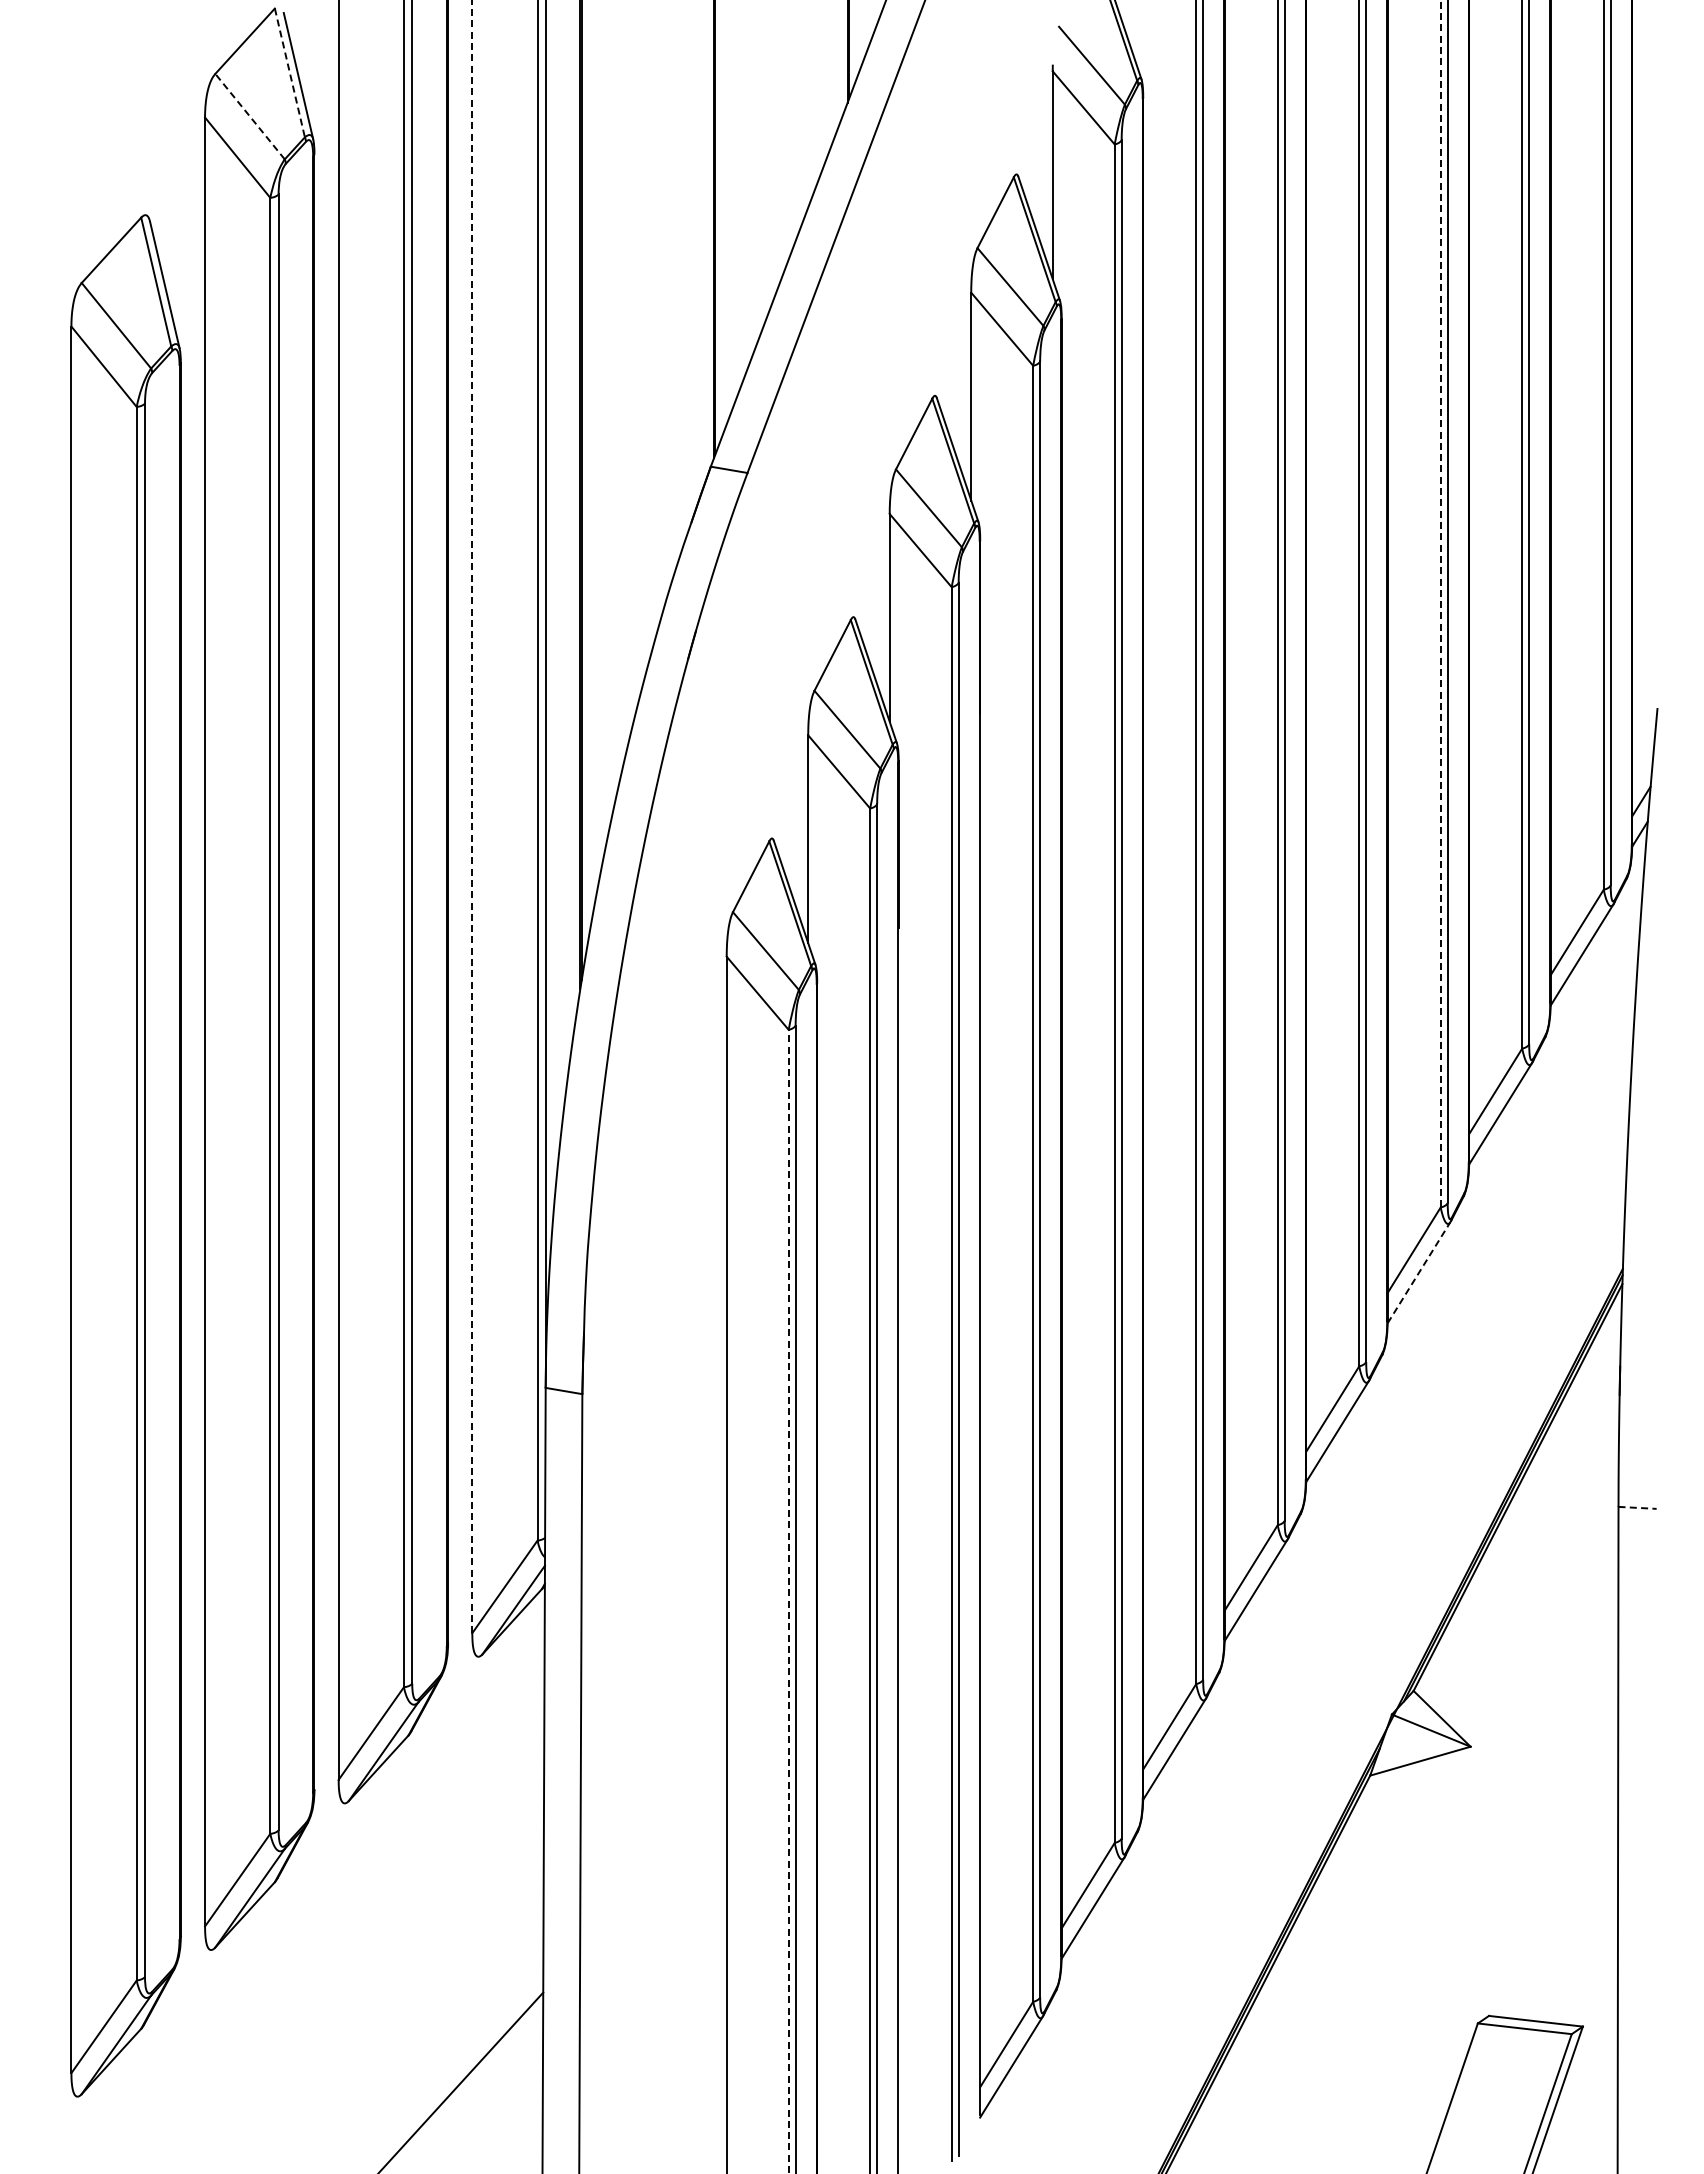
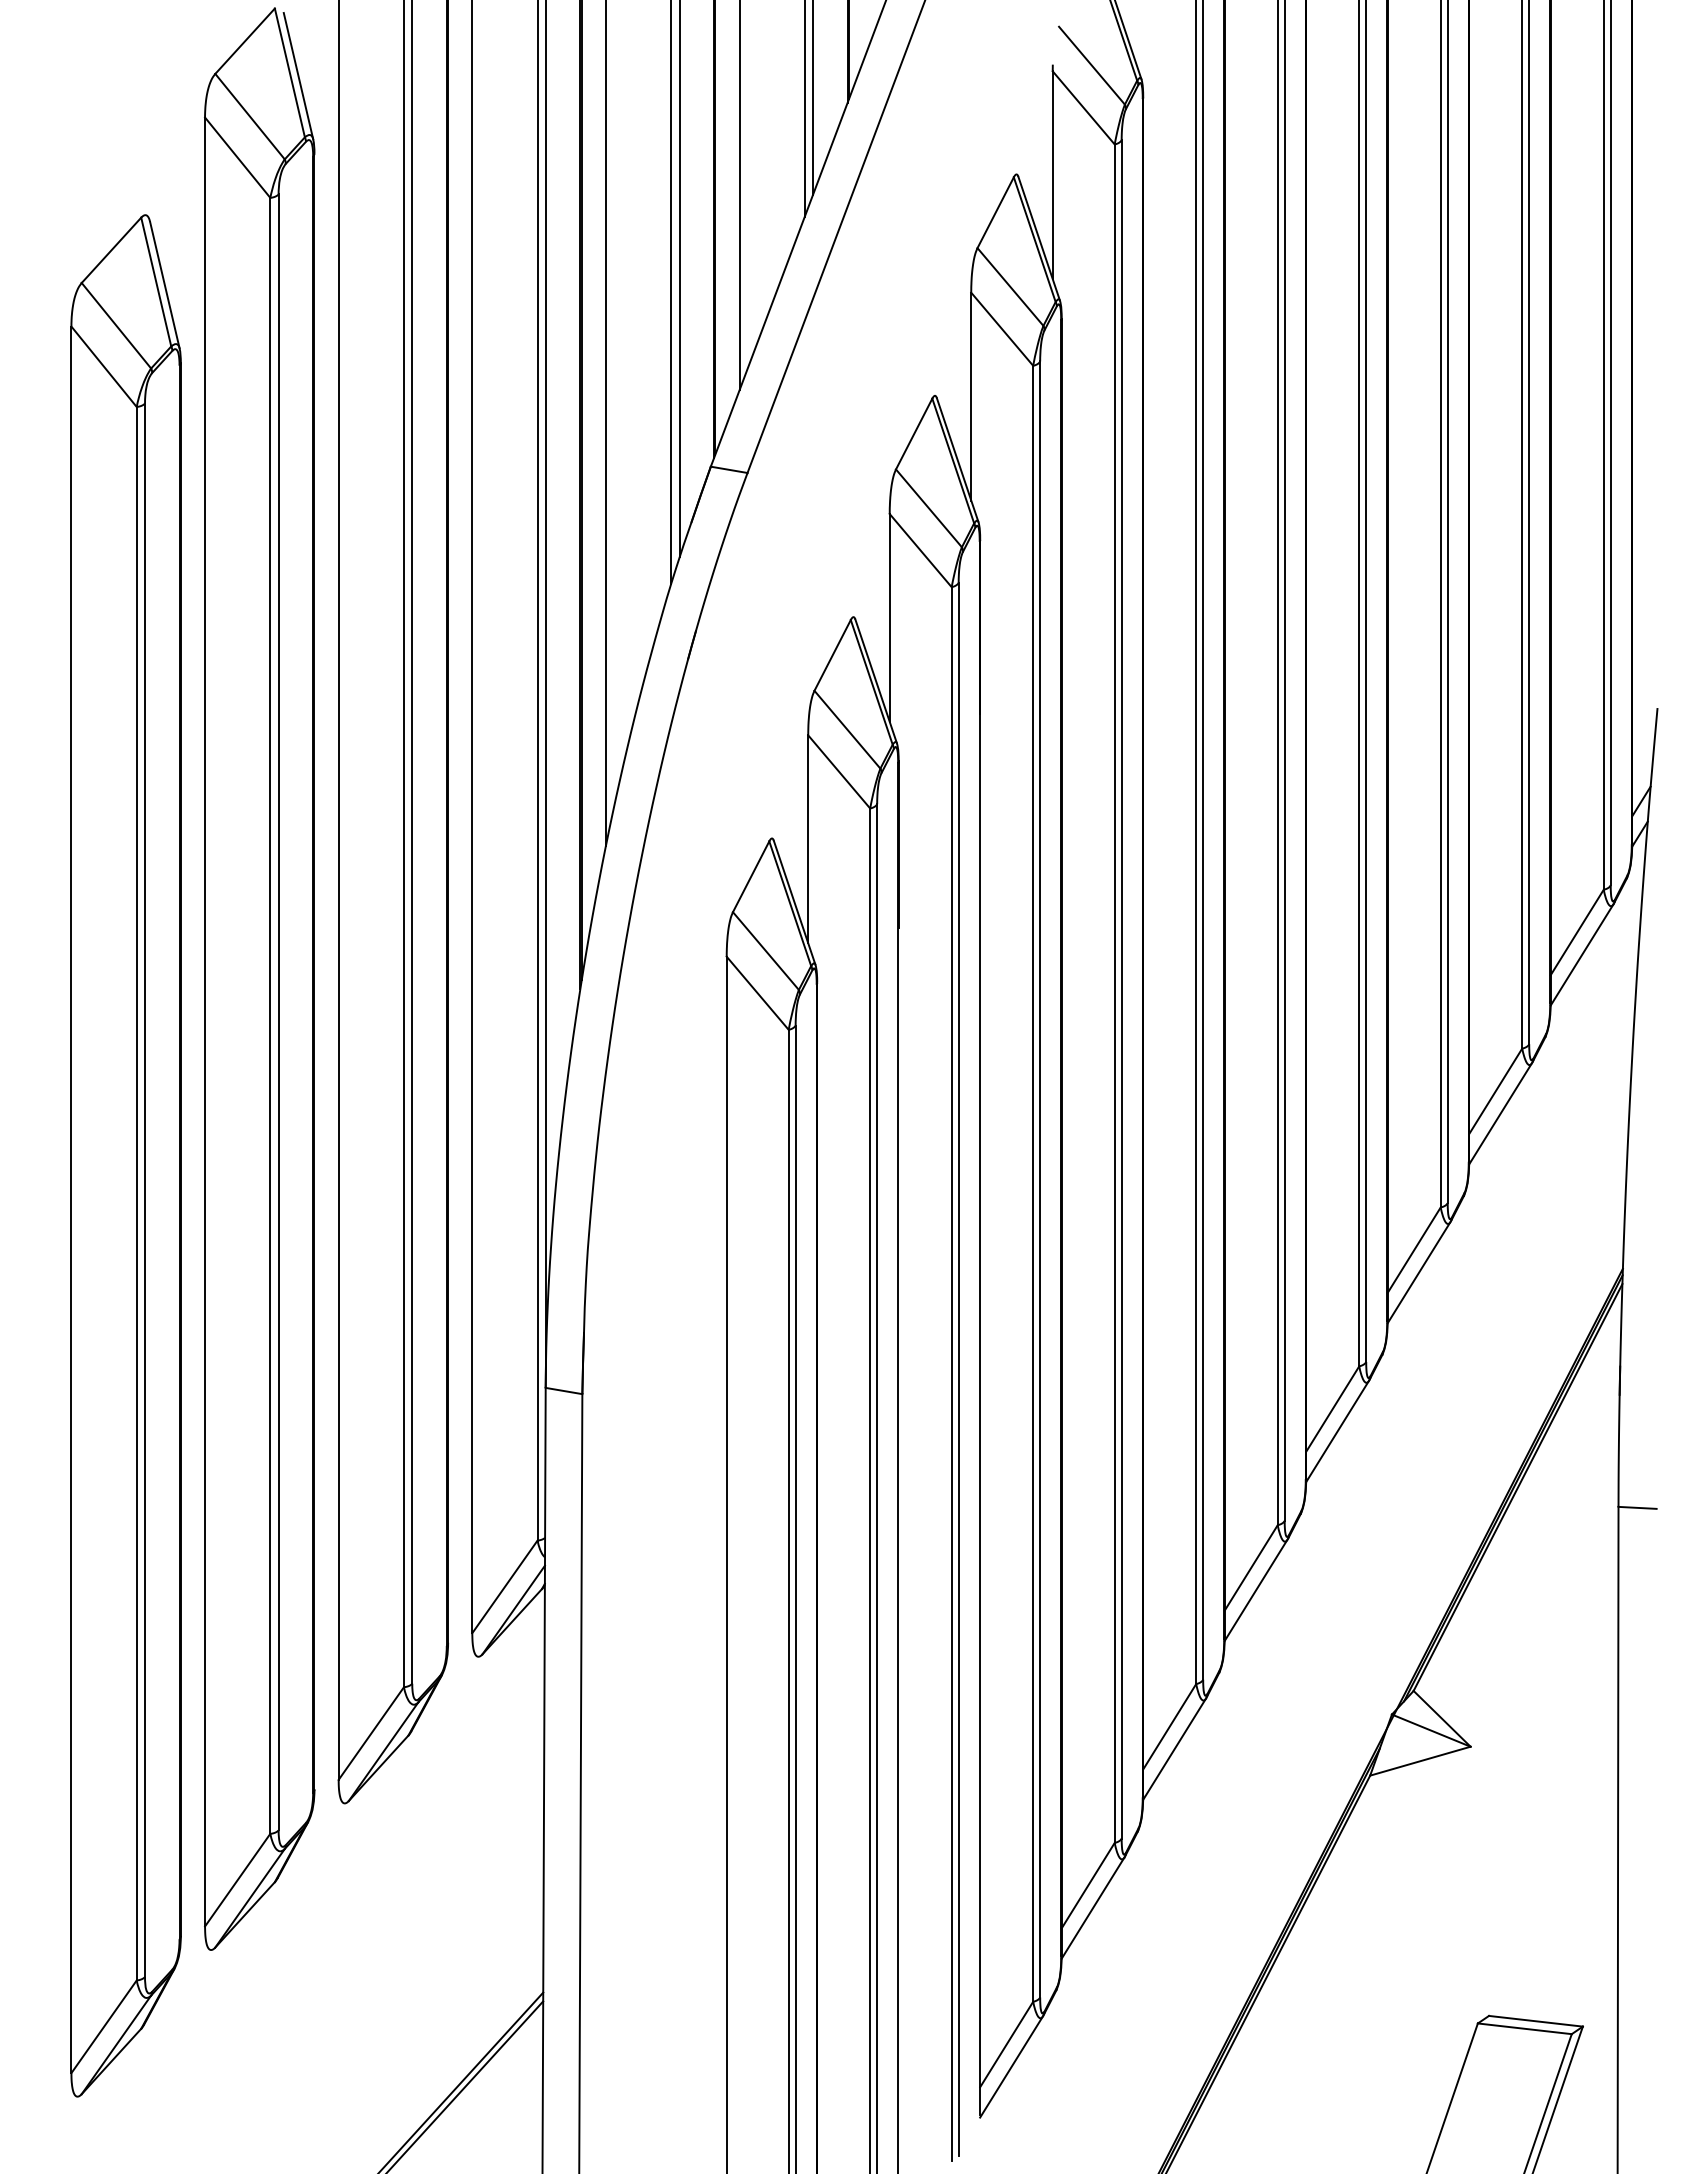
line at (290, 73): dashed -> solid
line at (813, 98): none -> present
line at (804, 109): none -> present
line at (249, 116): dashed -> solid
line at (739, 196): none -> present
line at (679, 279): none -> present
line at (671, 293): none -> present
line at (605, 424): none -> present
line at (1440, 603): dashed -> solid
line at (472, 816): dashed -> solid
line at (1419, 1272): dashed -> solid
line at (1638, 1507): dashed -> solid
line at (788, 1601): dashed -> solid
line at (465, 2085): none -> present
